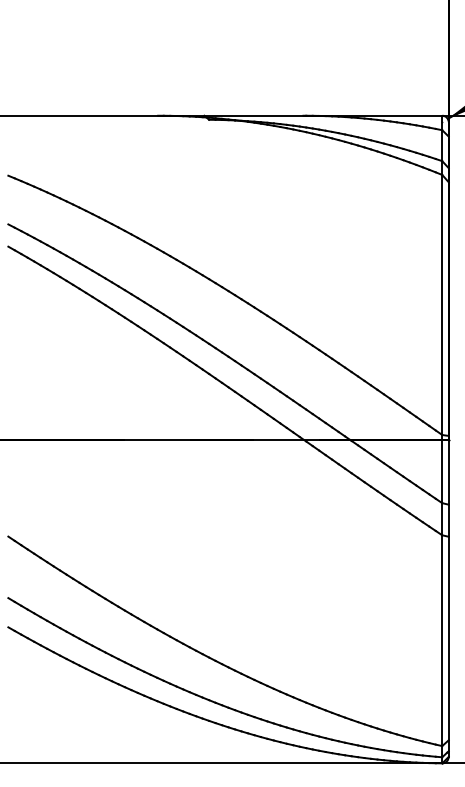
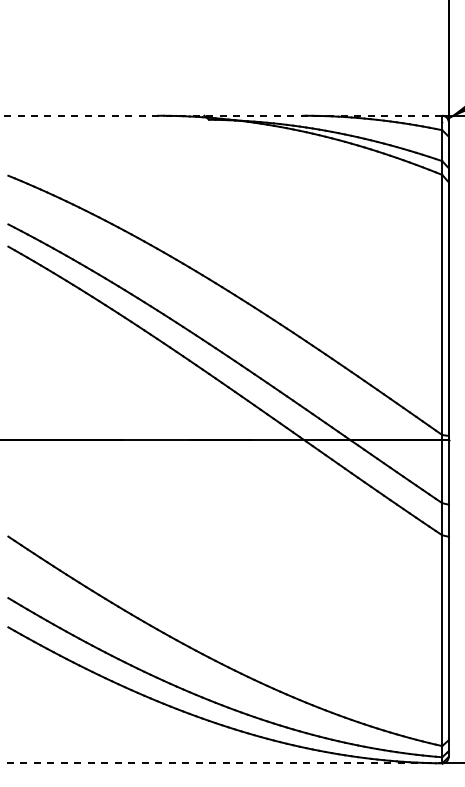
line at (221, 115): solid -> dashed
line at (221, 763): solid -> dashed
